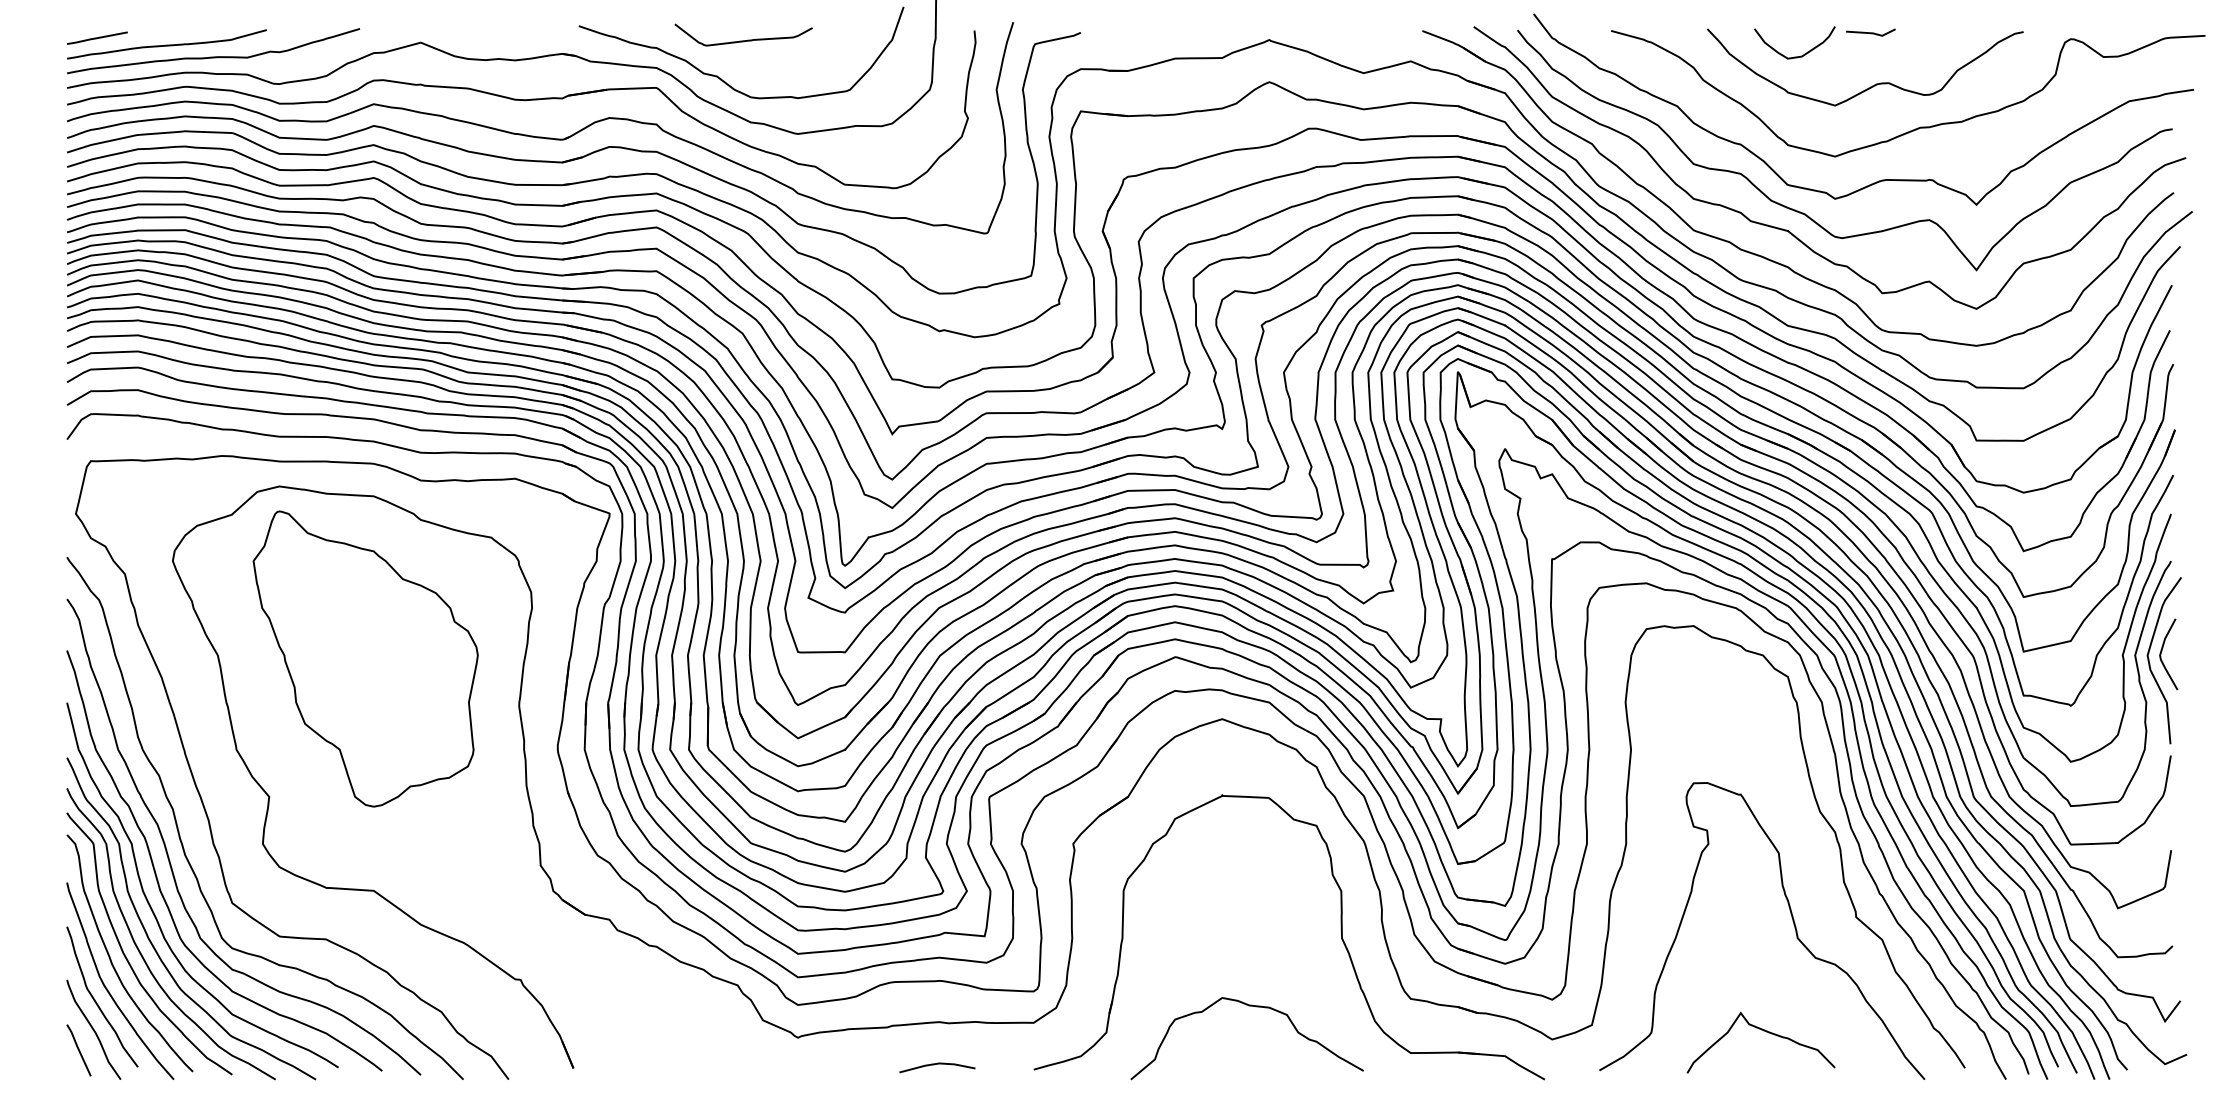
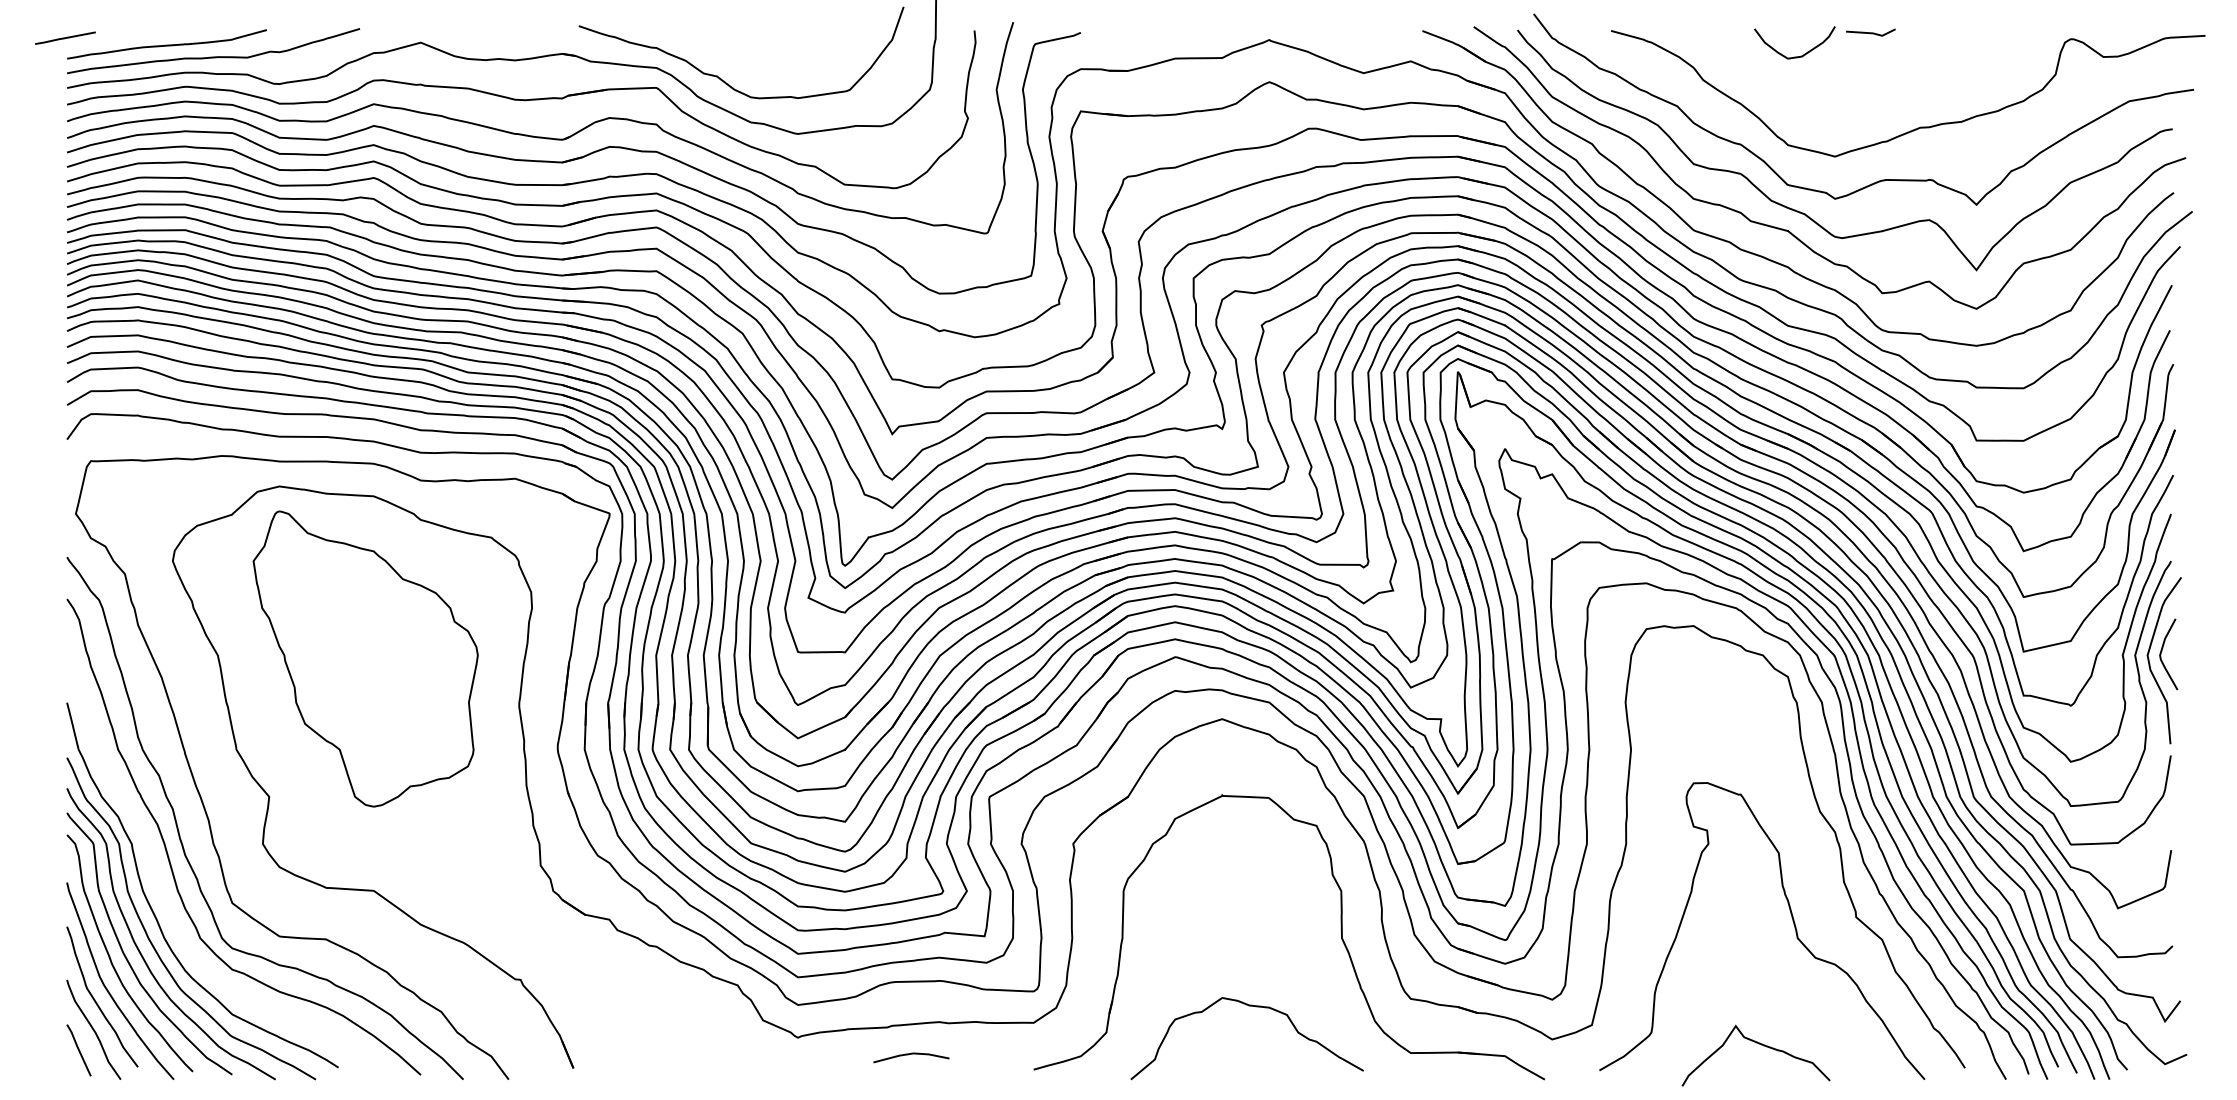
line at (97, 37) position: (97, 37) -> (65, 37)
curve at (743, 40): present -> none
curve at (1872, 85): present -> none
curve at (157, 876): present -> none
curve at (1763, 1031) position: (1763, 1031) -> (1758, 1044)
line at (937, 1064) position: (937, 1064) -> (911, 1054)
